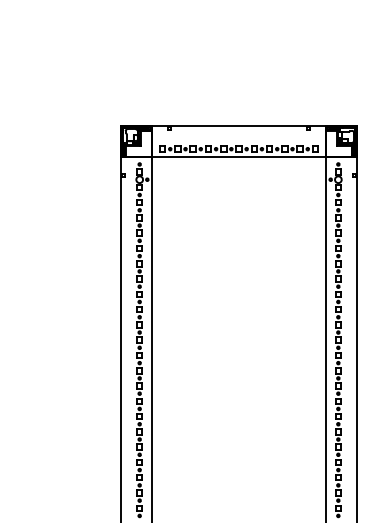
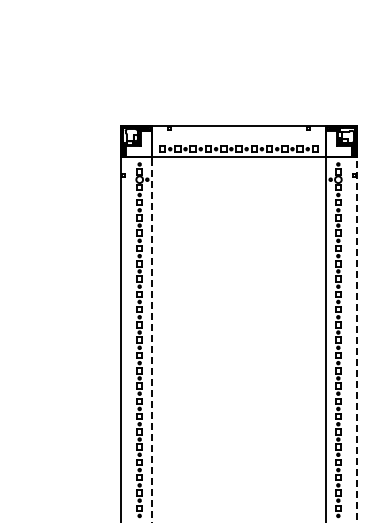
line at (151, 324): solid -> dashed
line at (357, 324): solid -> dashed
